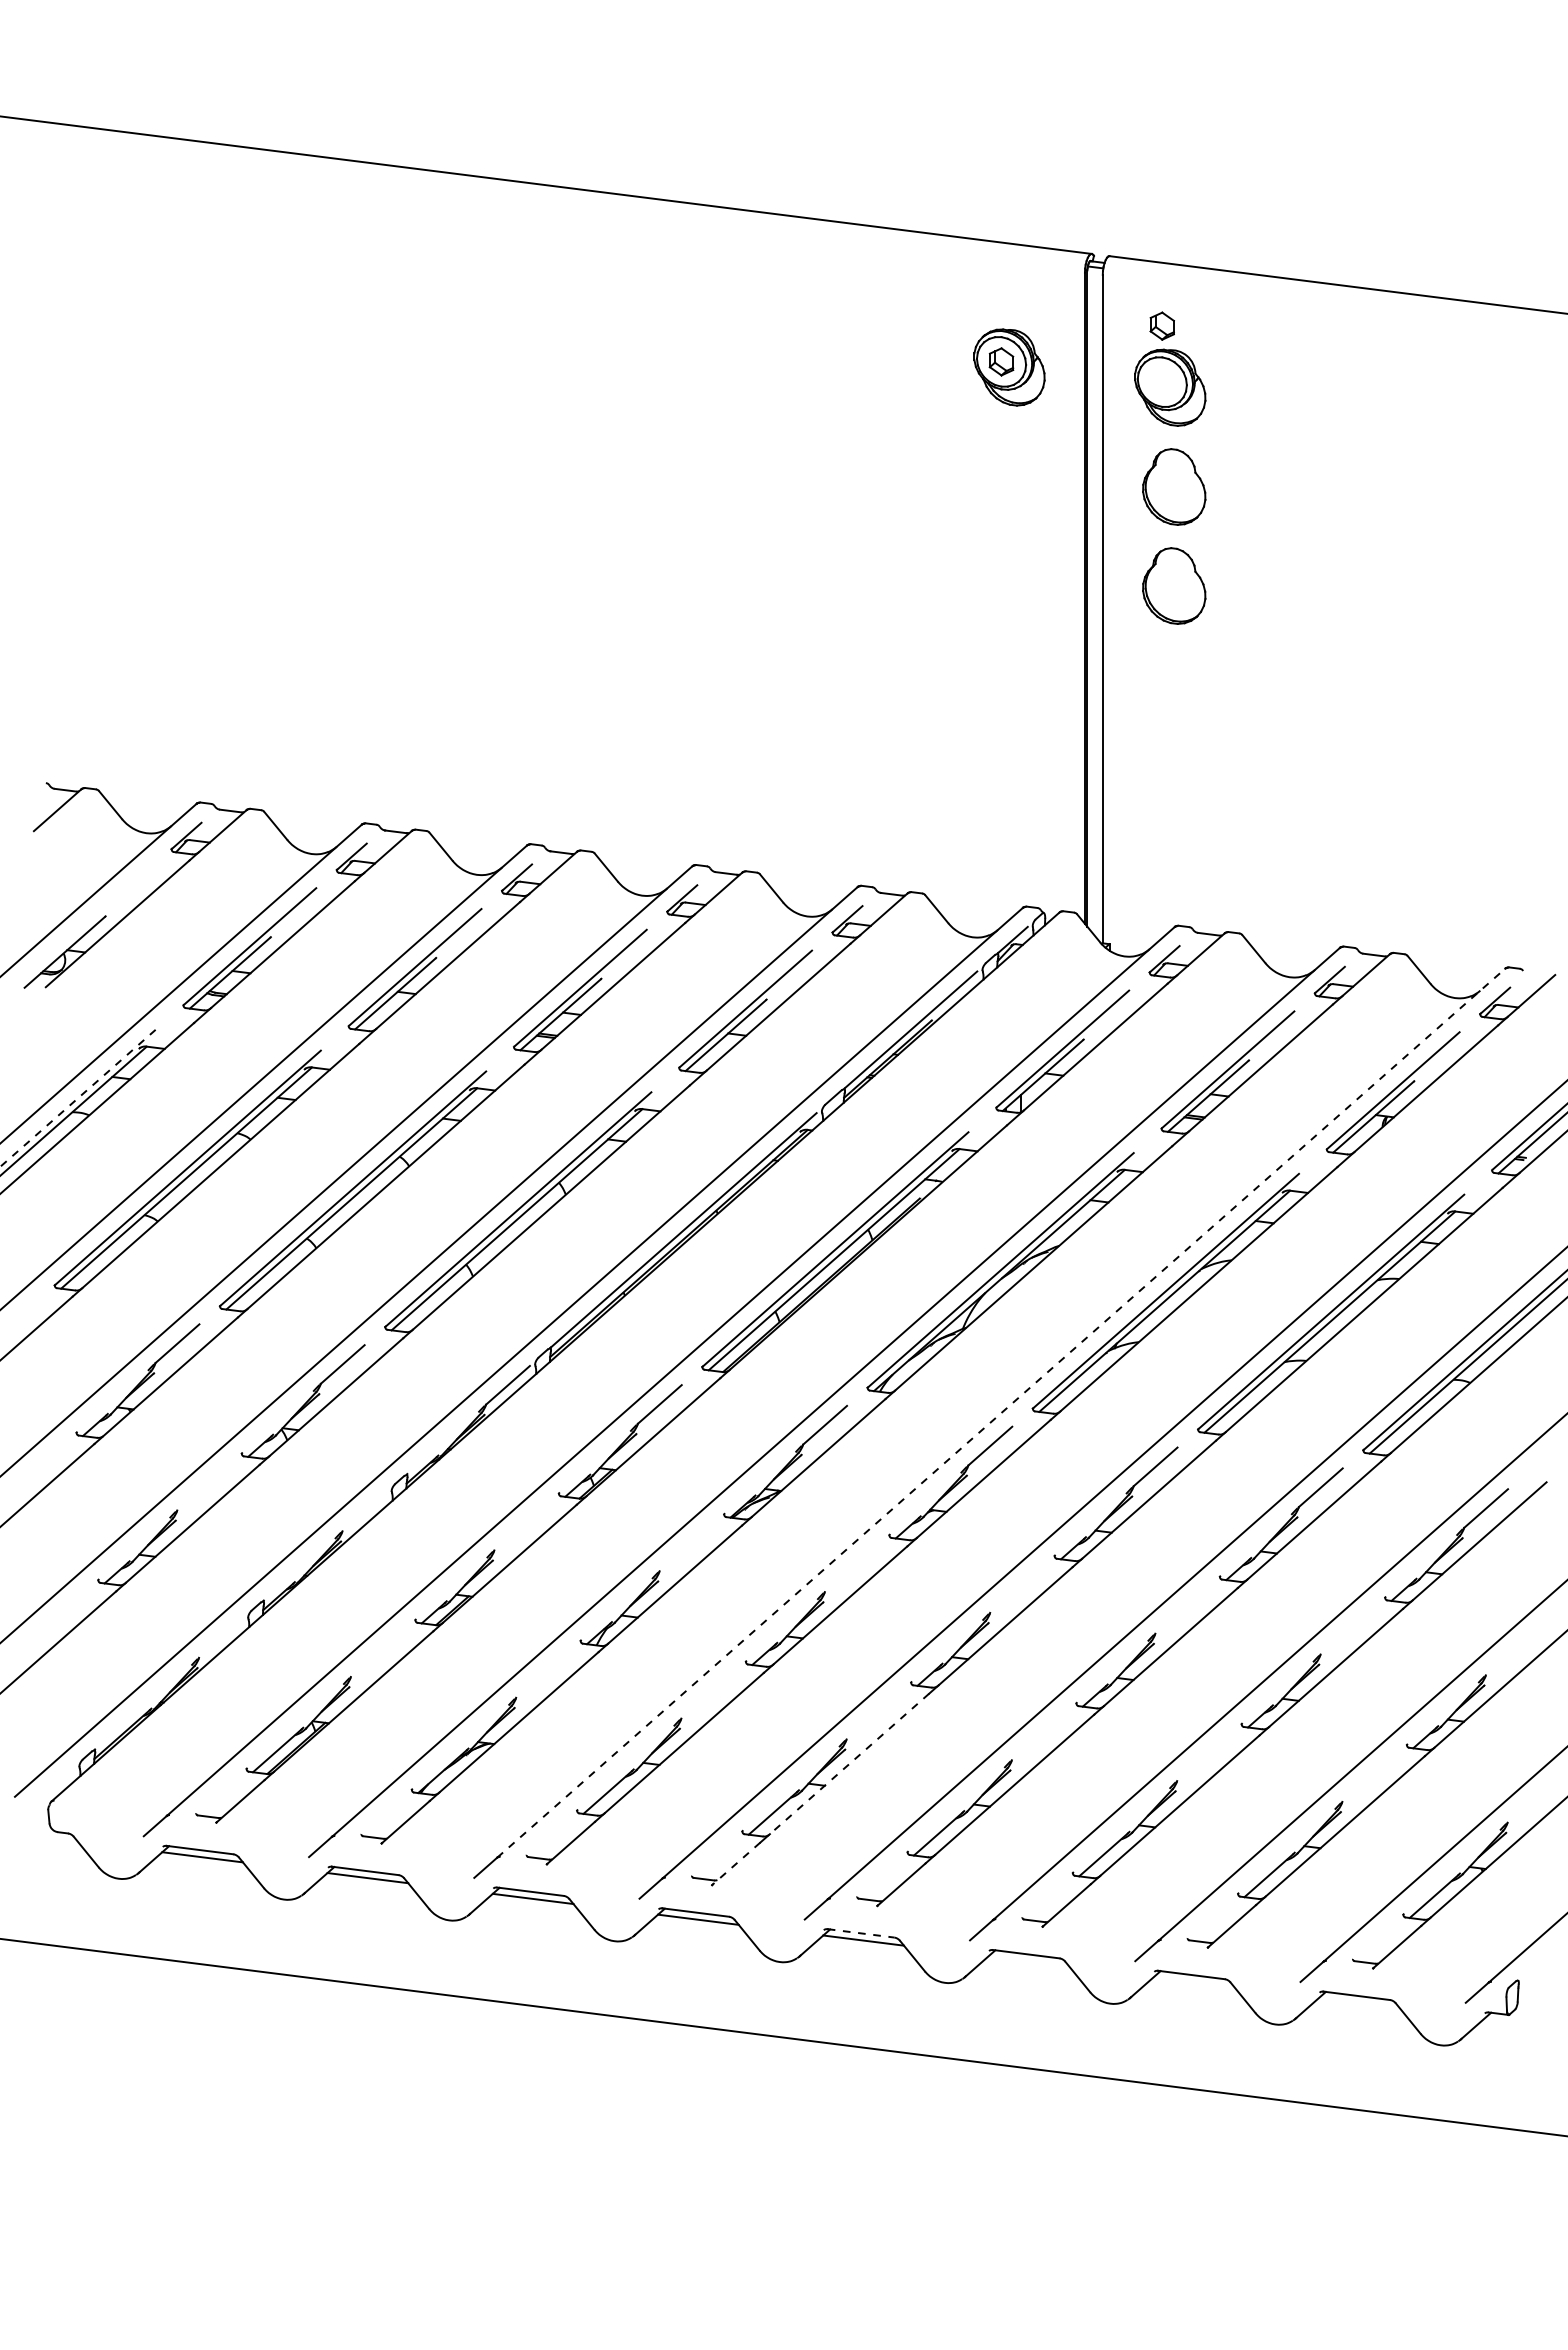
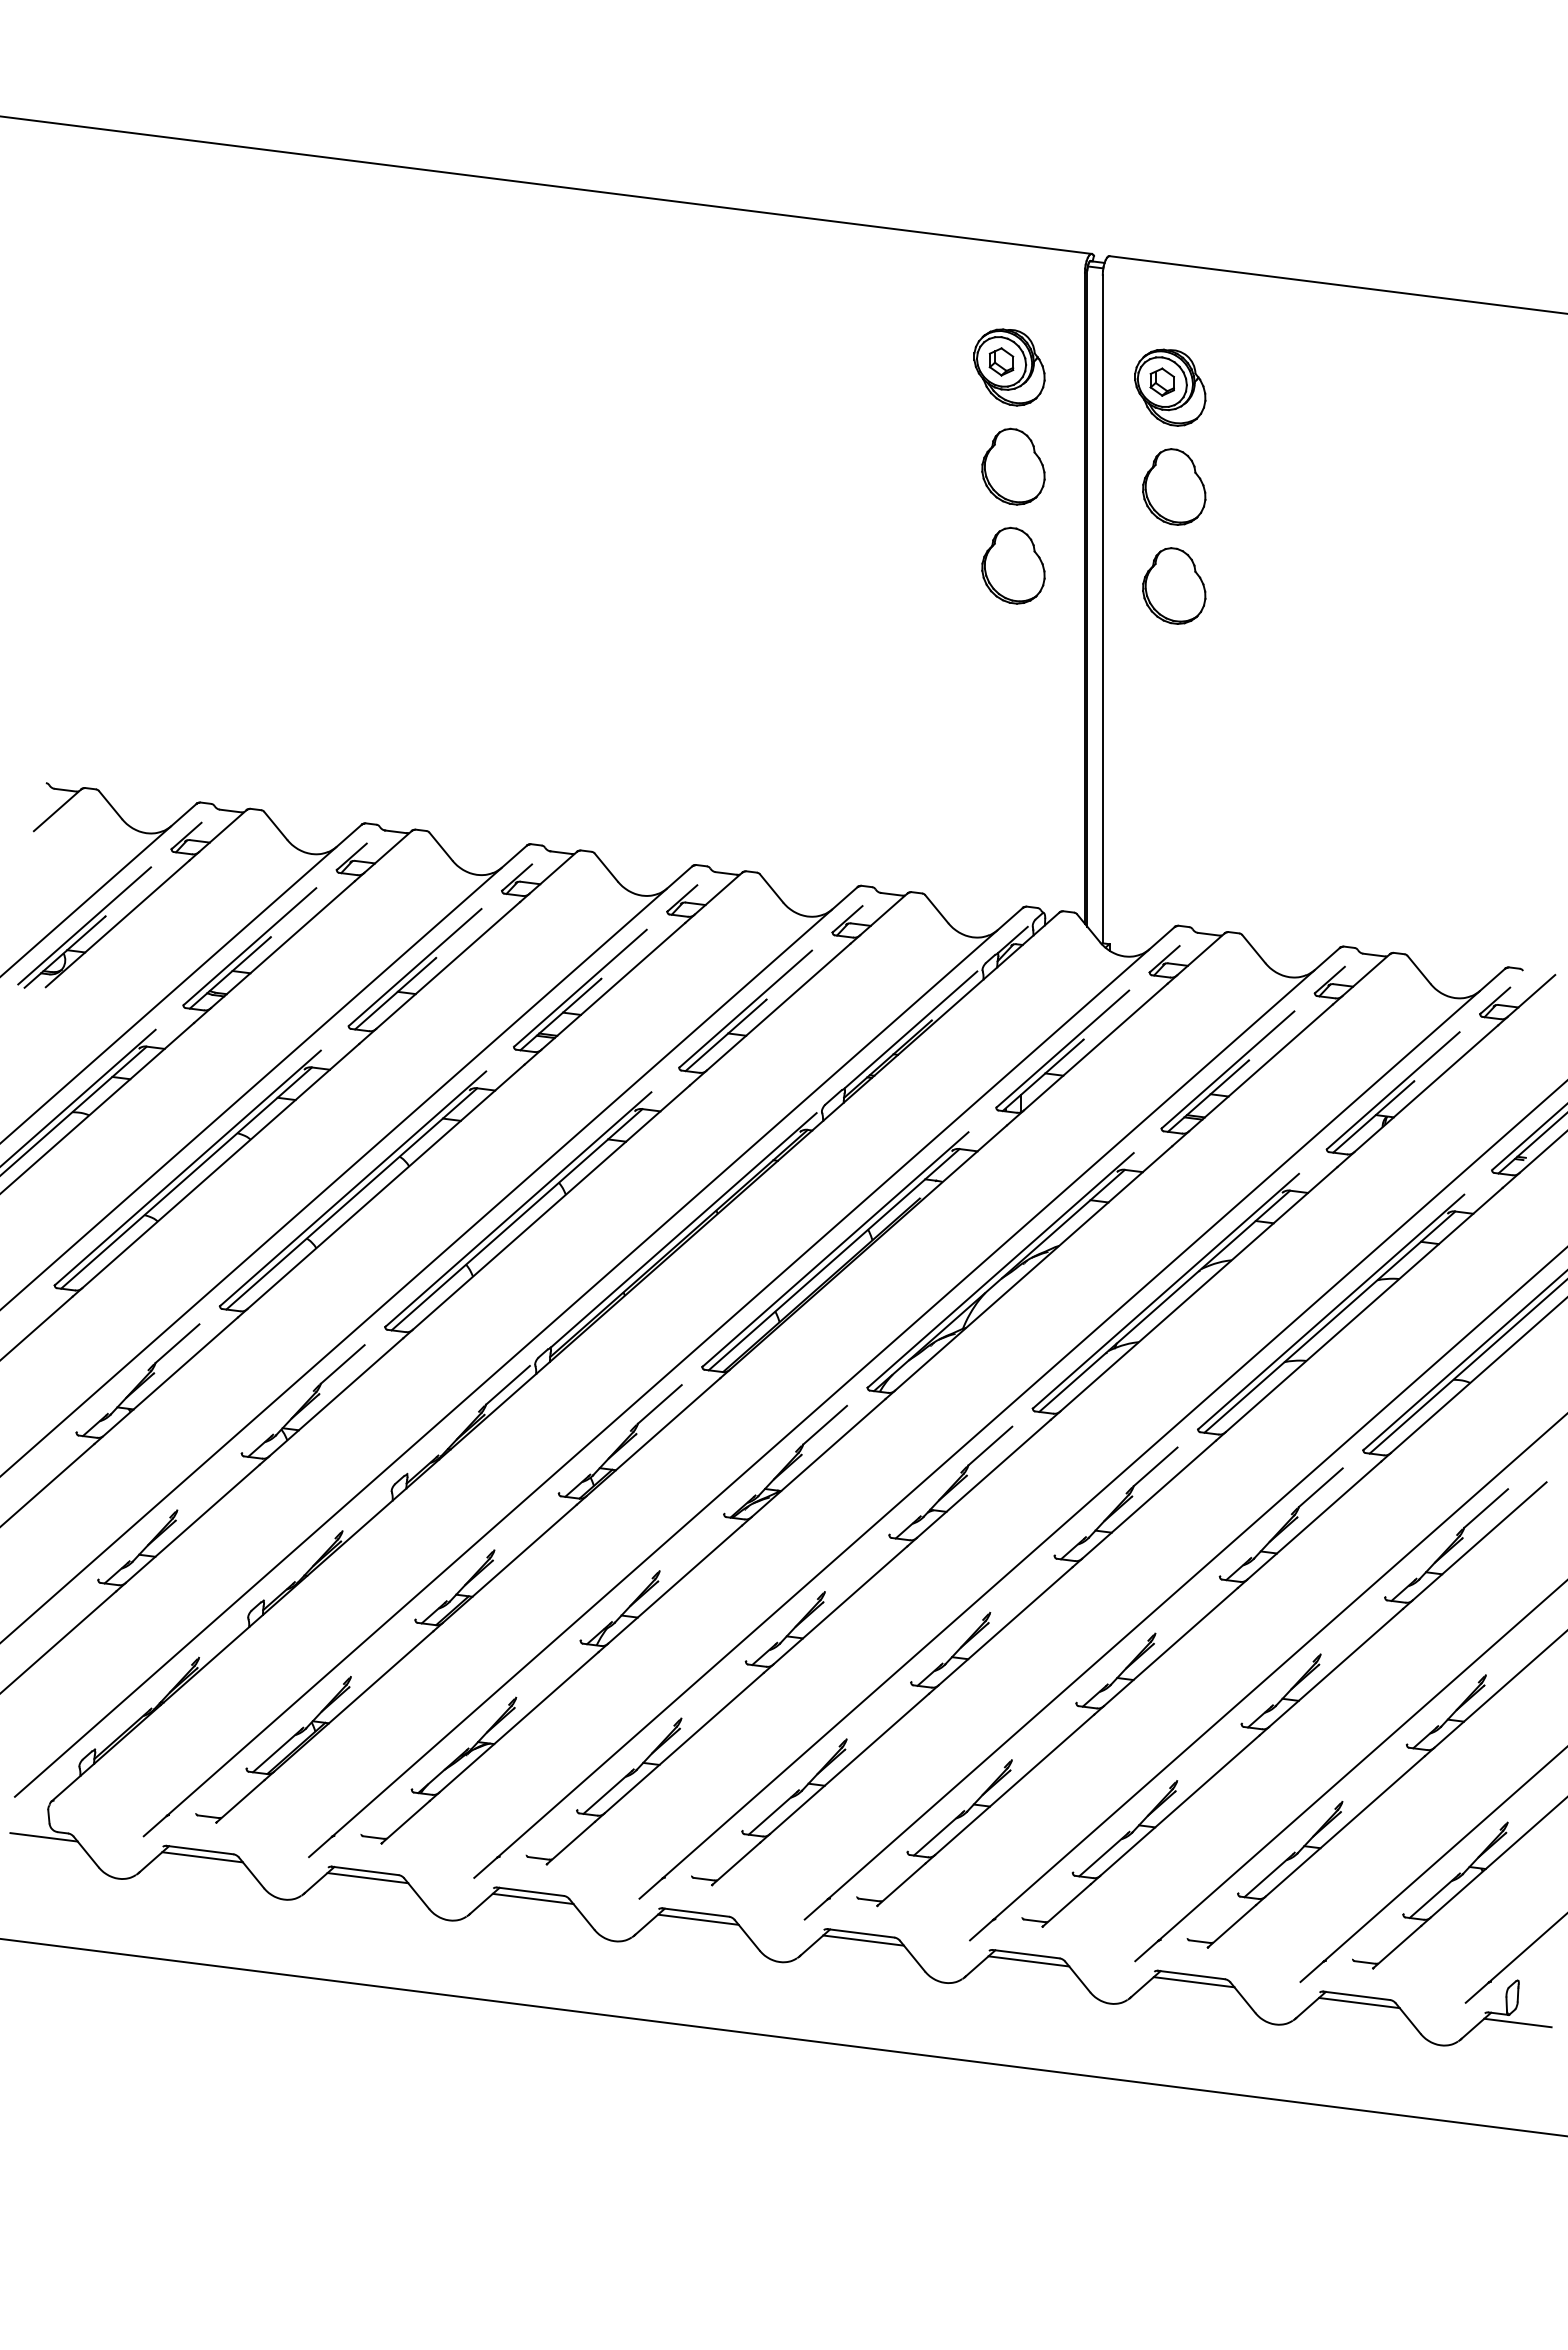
part at (1161, 325) position: (1161, 325) -> (1161, 381)
part at (1013, 466): none -> present
part at (1013, 565): none -> present
line at (84, 925): none -> present
line at (77, 1098): dashed -> solid
line at (1001, 1413): dashed -> solid
line at (849, 1764): dashed -> solid
line at (43, 1837): none -> present
line at (736, 1863): dashed -> solid
line at (861, 1933): dashed -> solid
line at (1028, 1961): none -> present
line at (1193, 1982): none -> present
line at (1359, 2002): none -> present
line at (1517, 2022): none -> present
